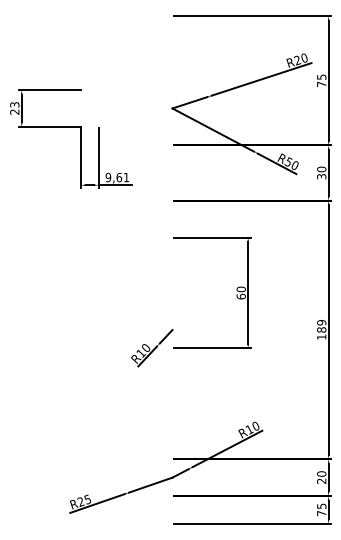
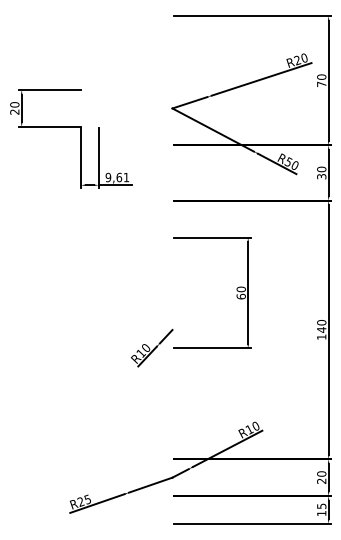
text at (321, 76): 75 -> 70
text at (14, 104): 23 -> 20
text at (321, 326): 189 -> 140
text at (321, 513): 75 -> 15
